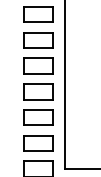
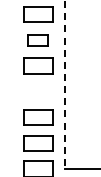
part at (38, 40) size: 31x17 px -> 22x13 px
line at (65, 85): solid -> dashed
part at (38, 91): present -> none
